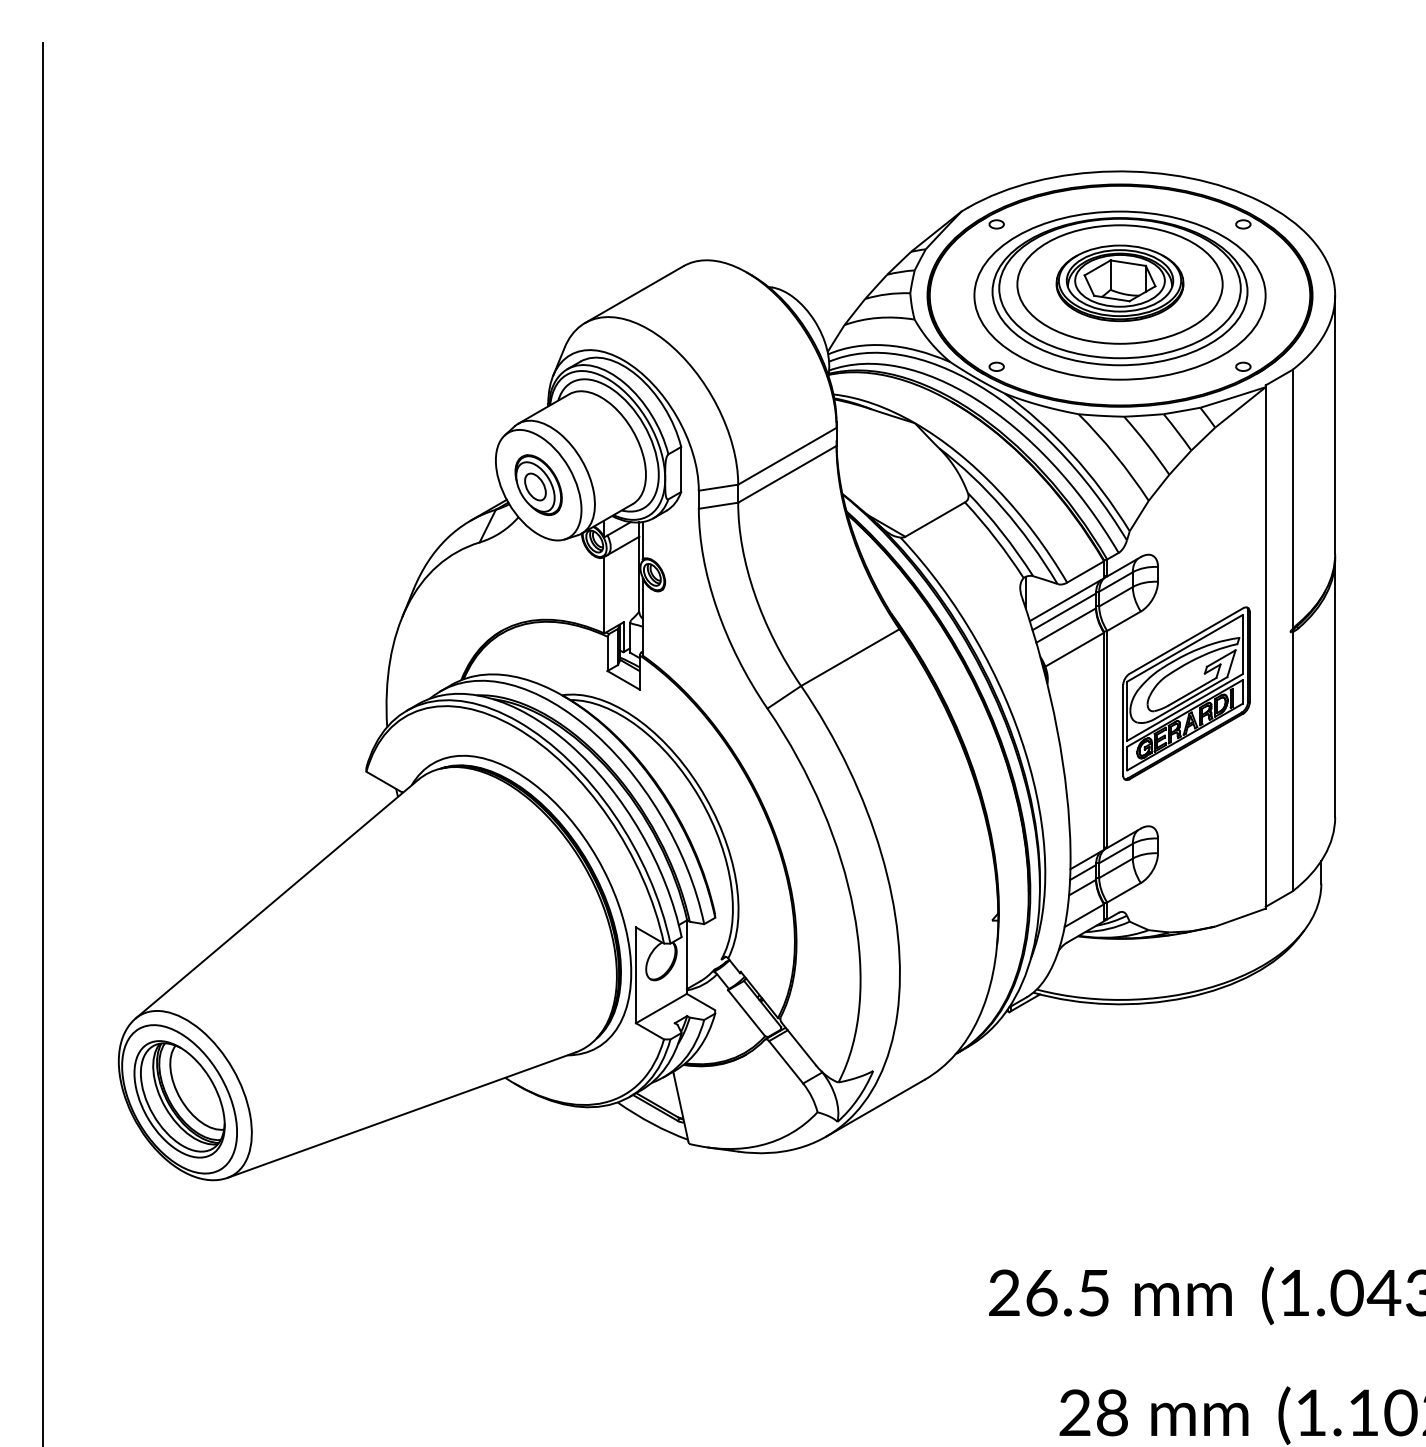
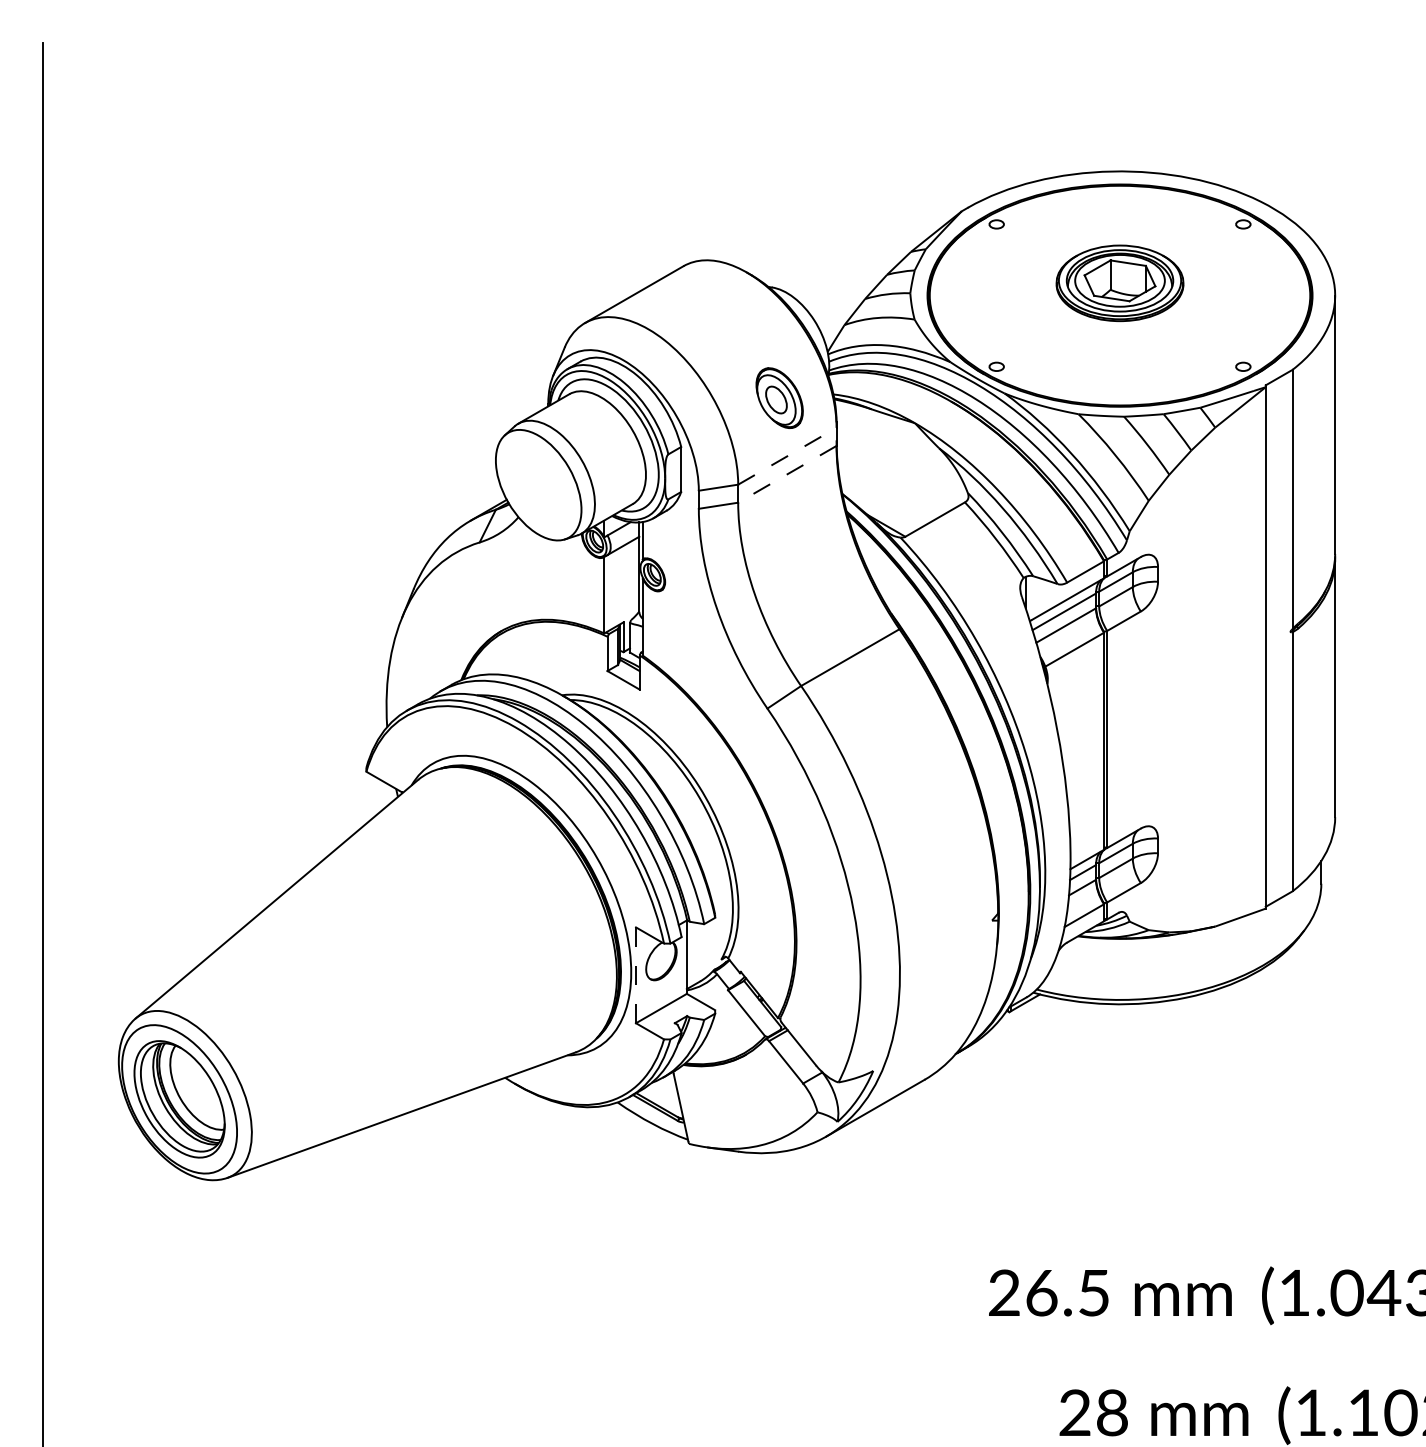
part at (1119, 295): present -> none
line at (787, 456): solid -> dashed
line at (787, 474): solid -> dashed
part at (538, 484) position: (538, 484) -> (779, 397)
part at (1186, 693): present -> none
line at (636, 975): solid -> dashed
